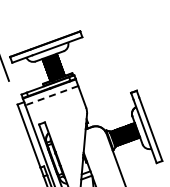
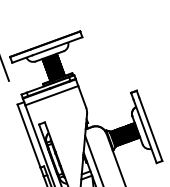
line at (51, 95): dashed -> solid
line at (93, 159): none -> present
